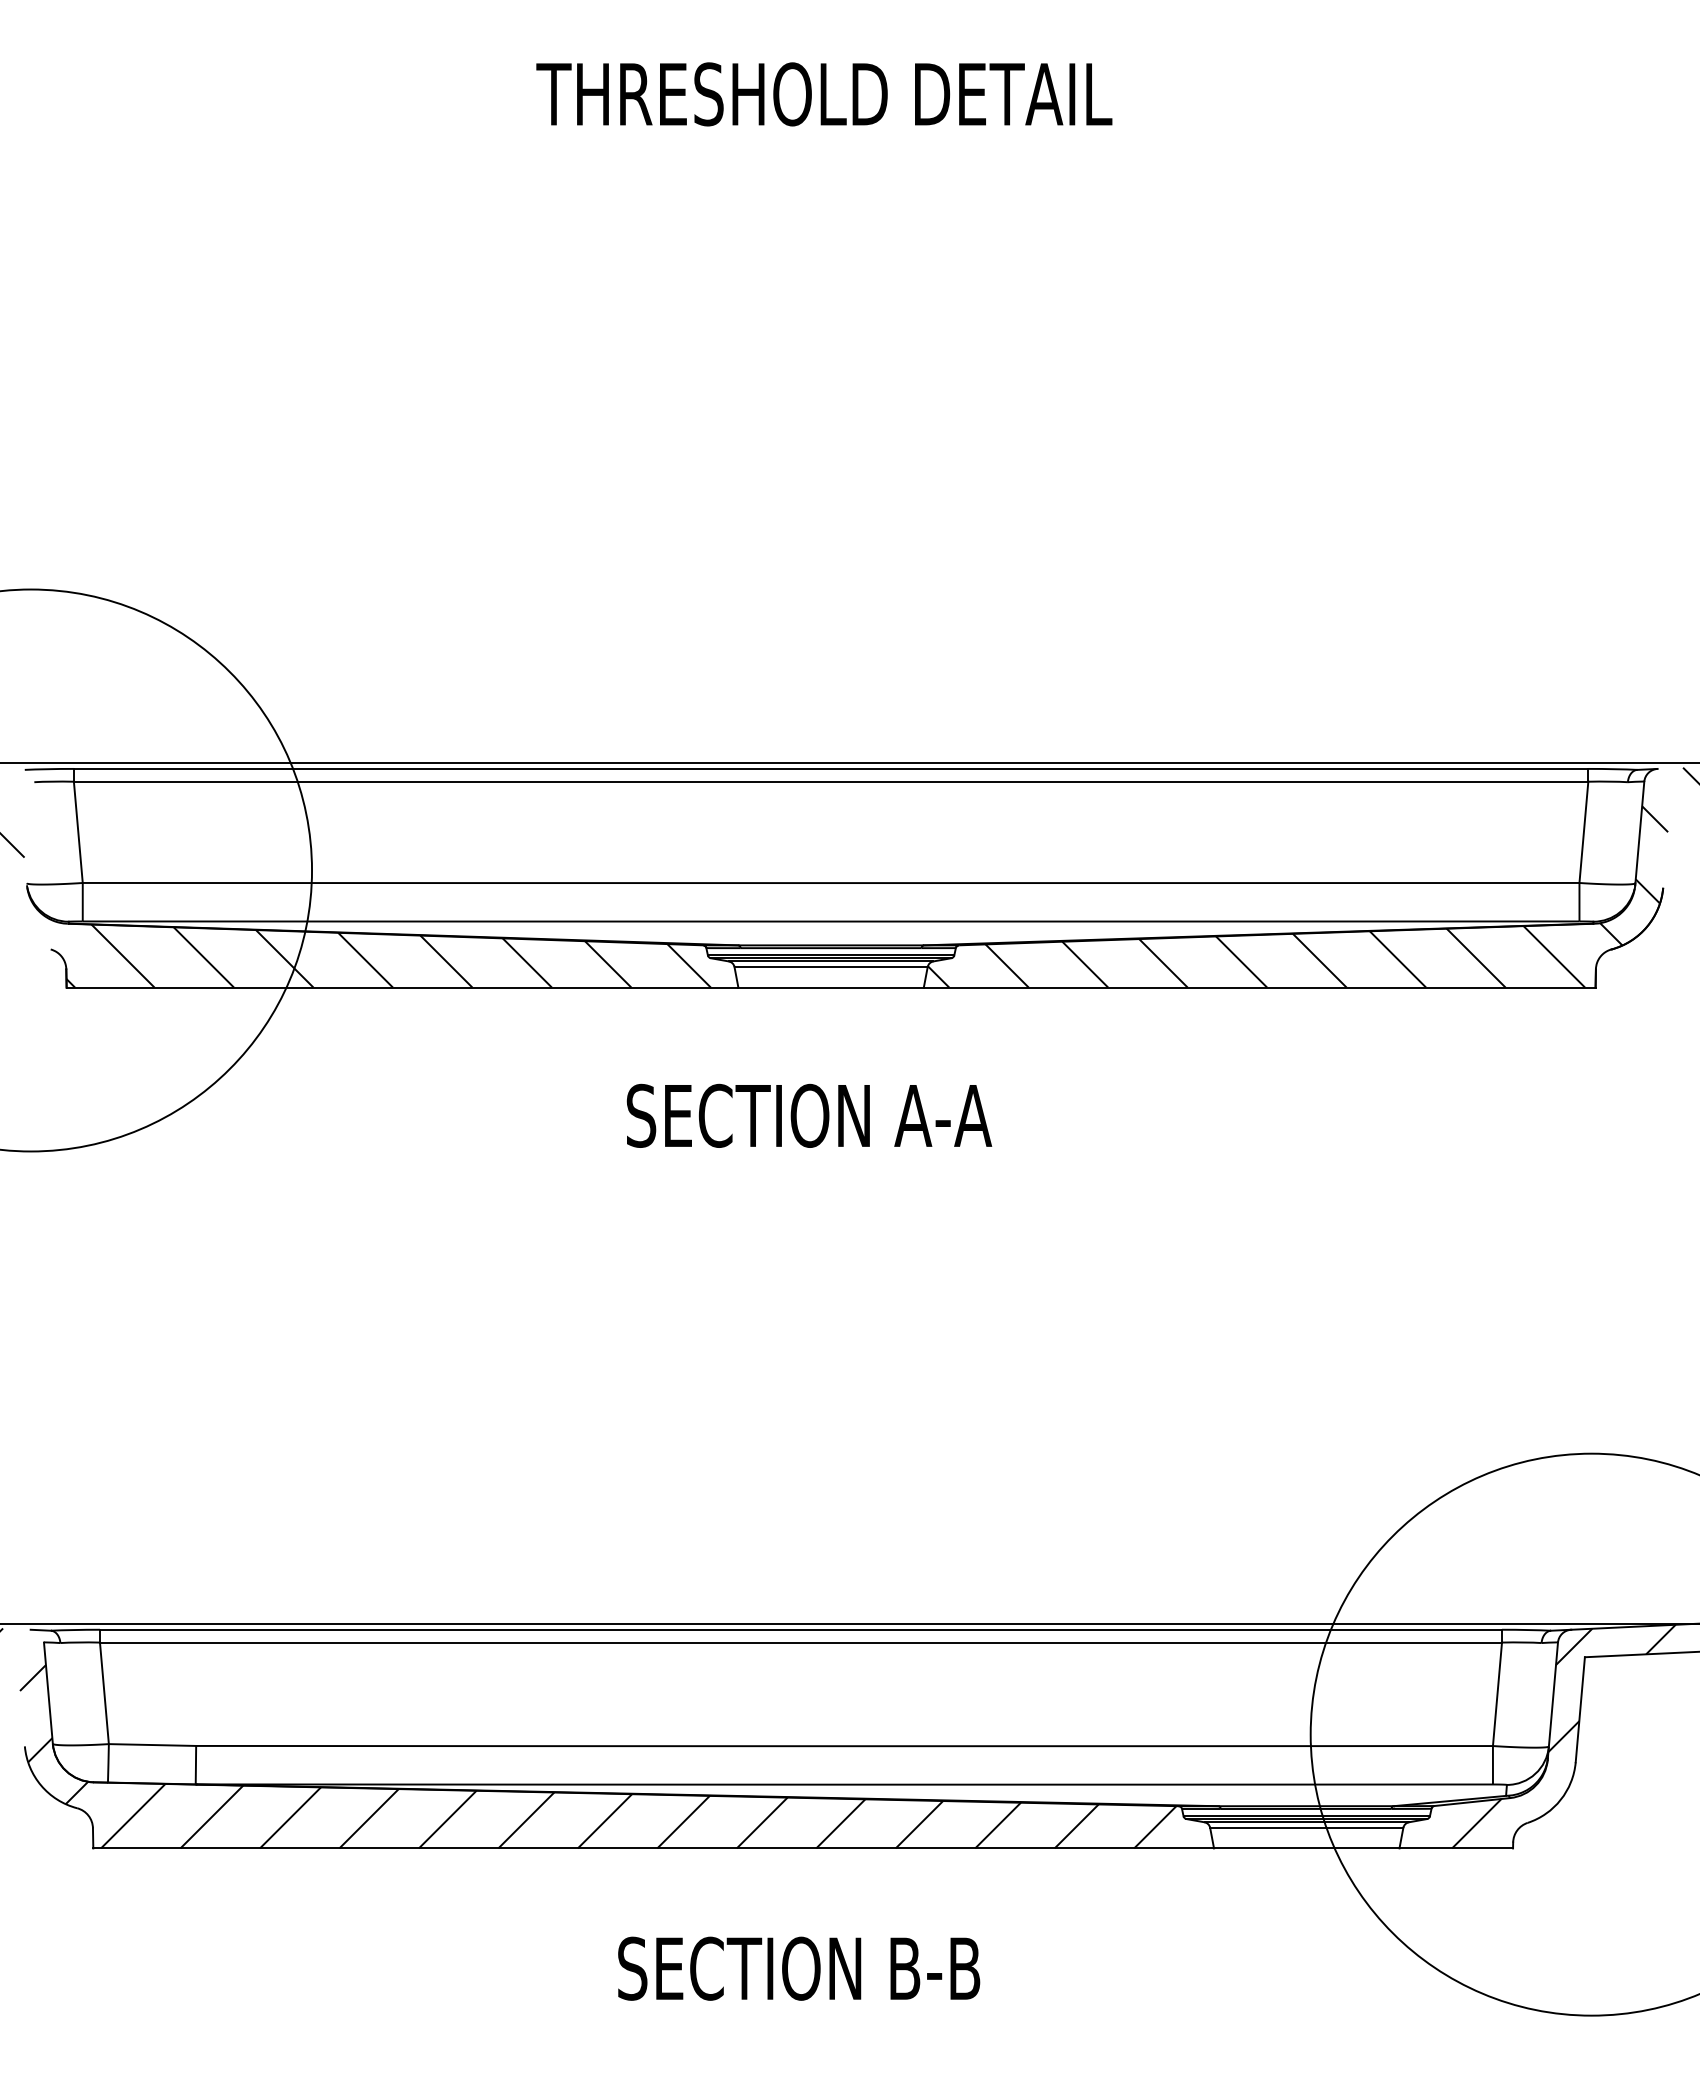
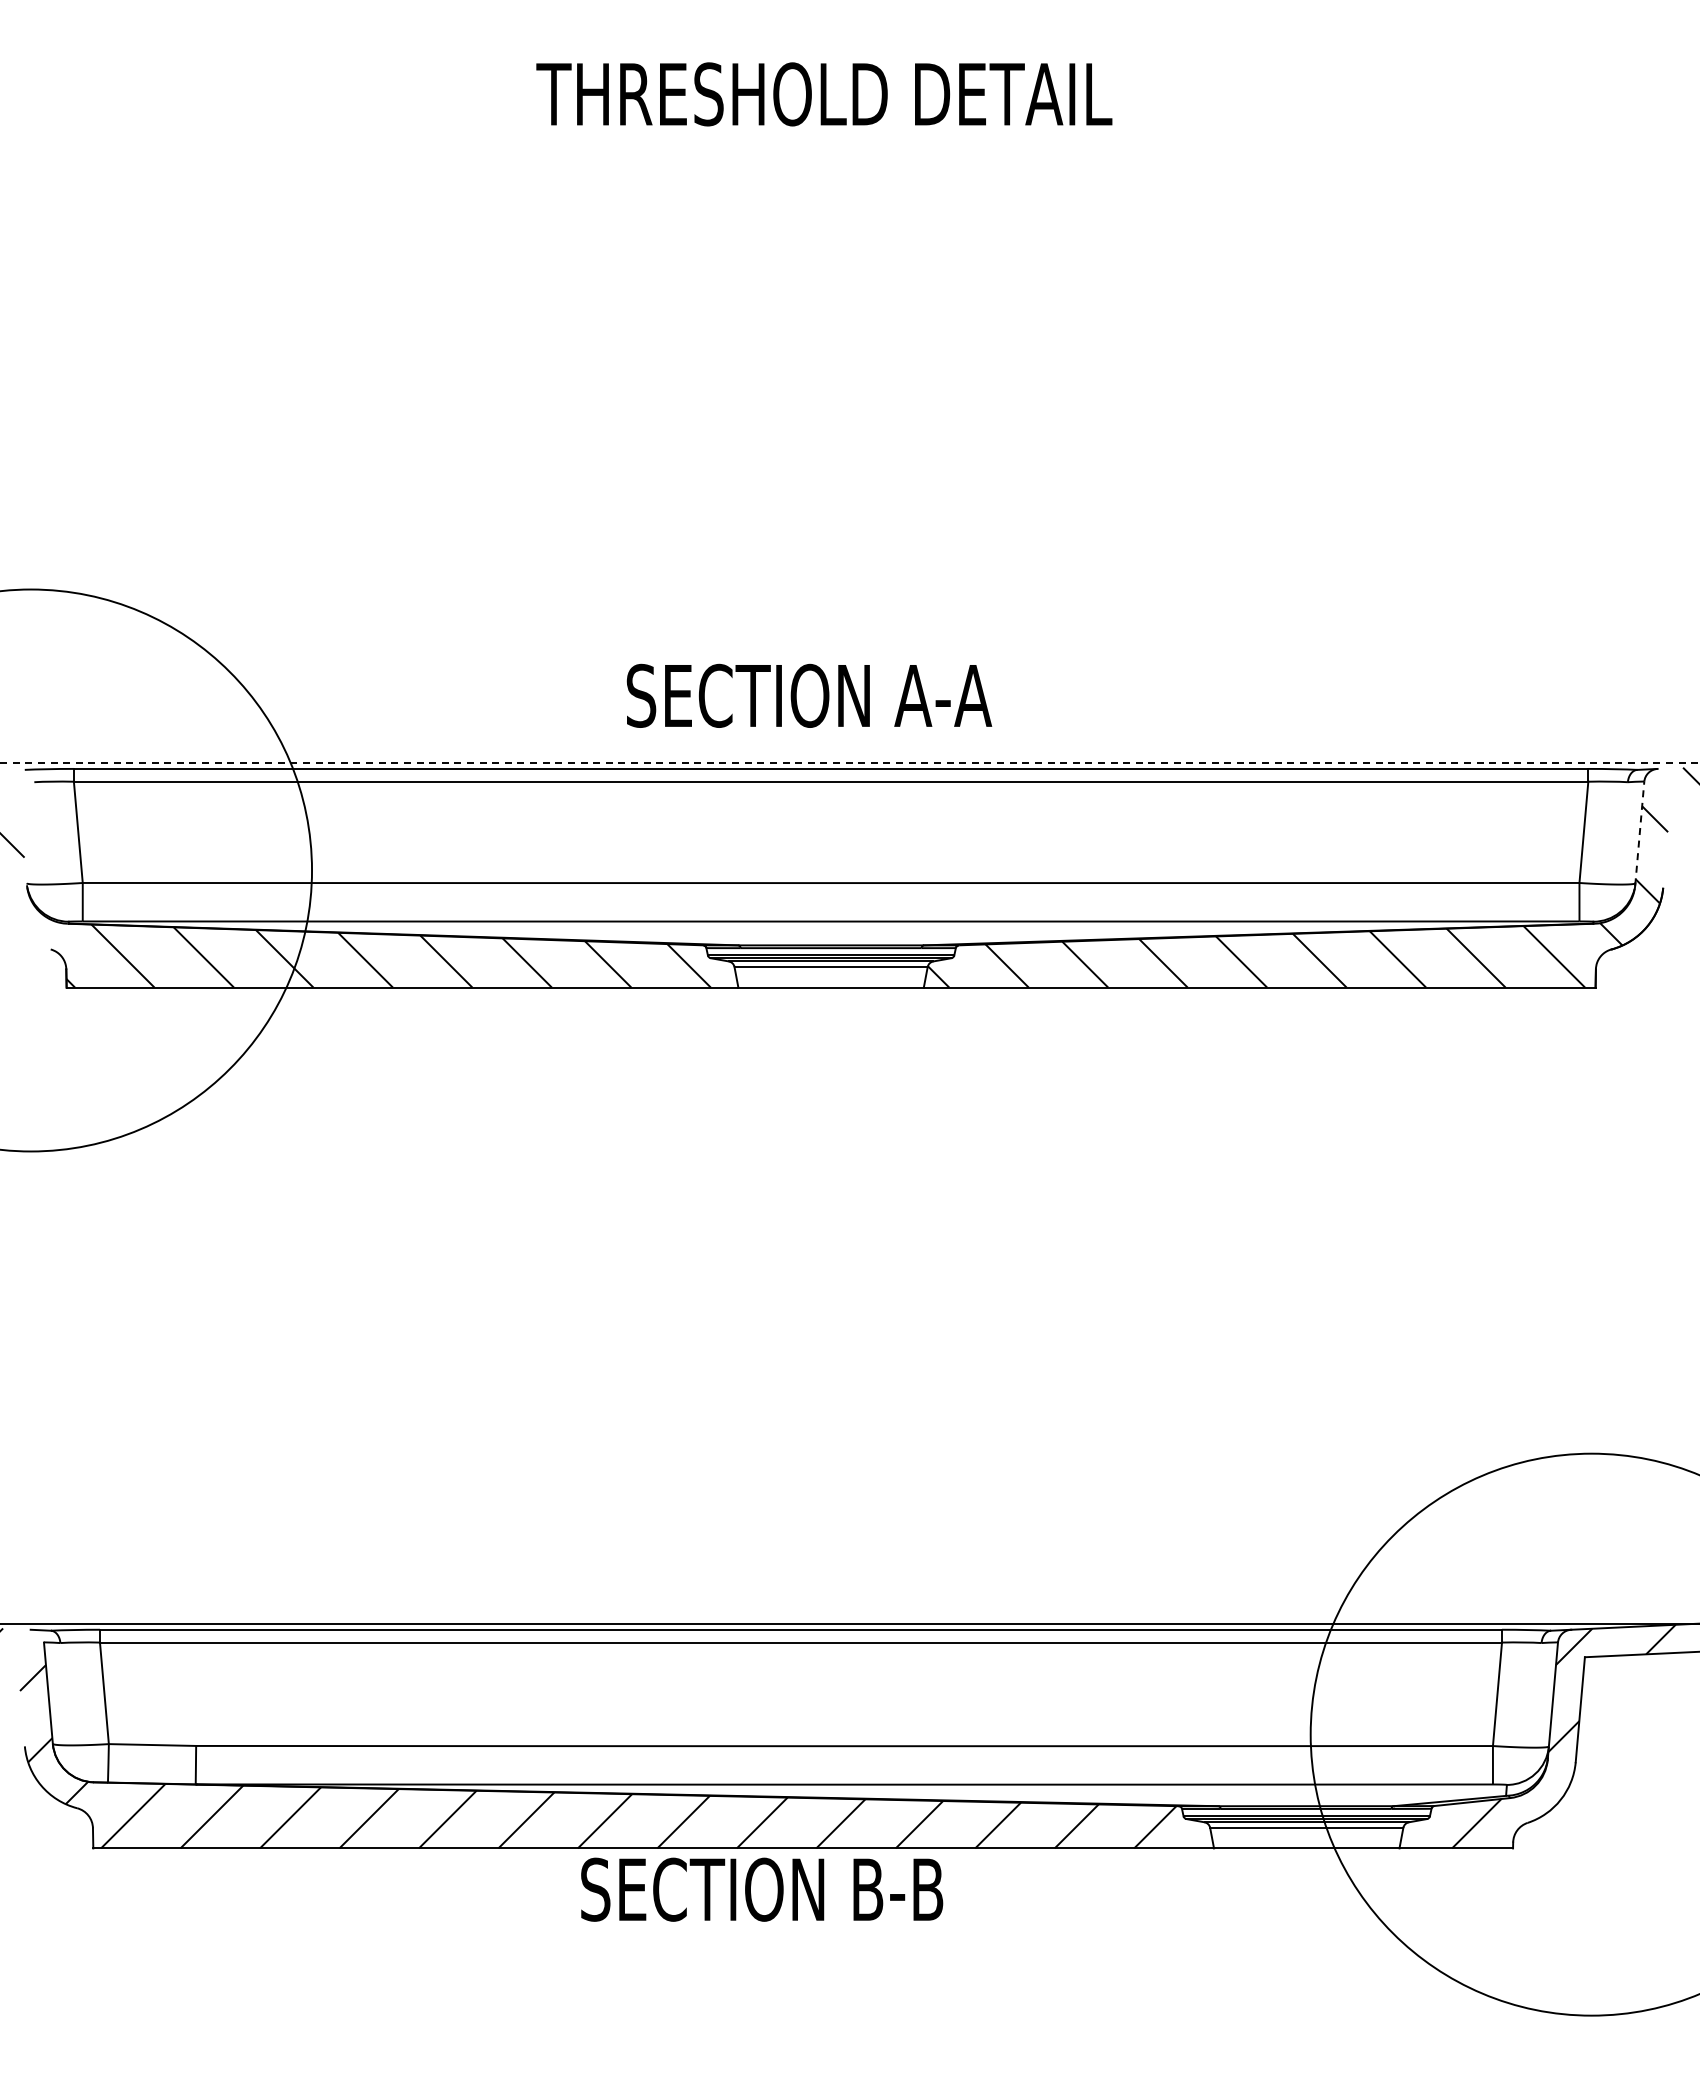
line at (849, 762): solid -> dashed
line at (1639, 833): solid -> dashed
text at (809, 1115) position: (809, 1115) -> (809, 695)
text at (799, 1968) position: (799, 1968) -> (762, 1889)
